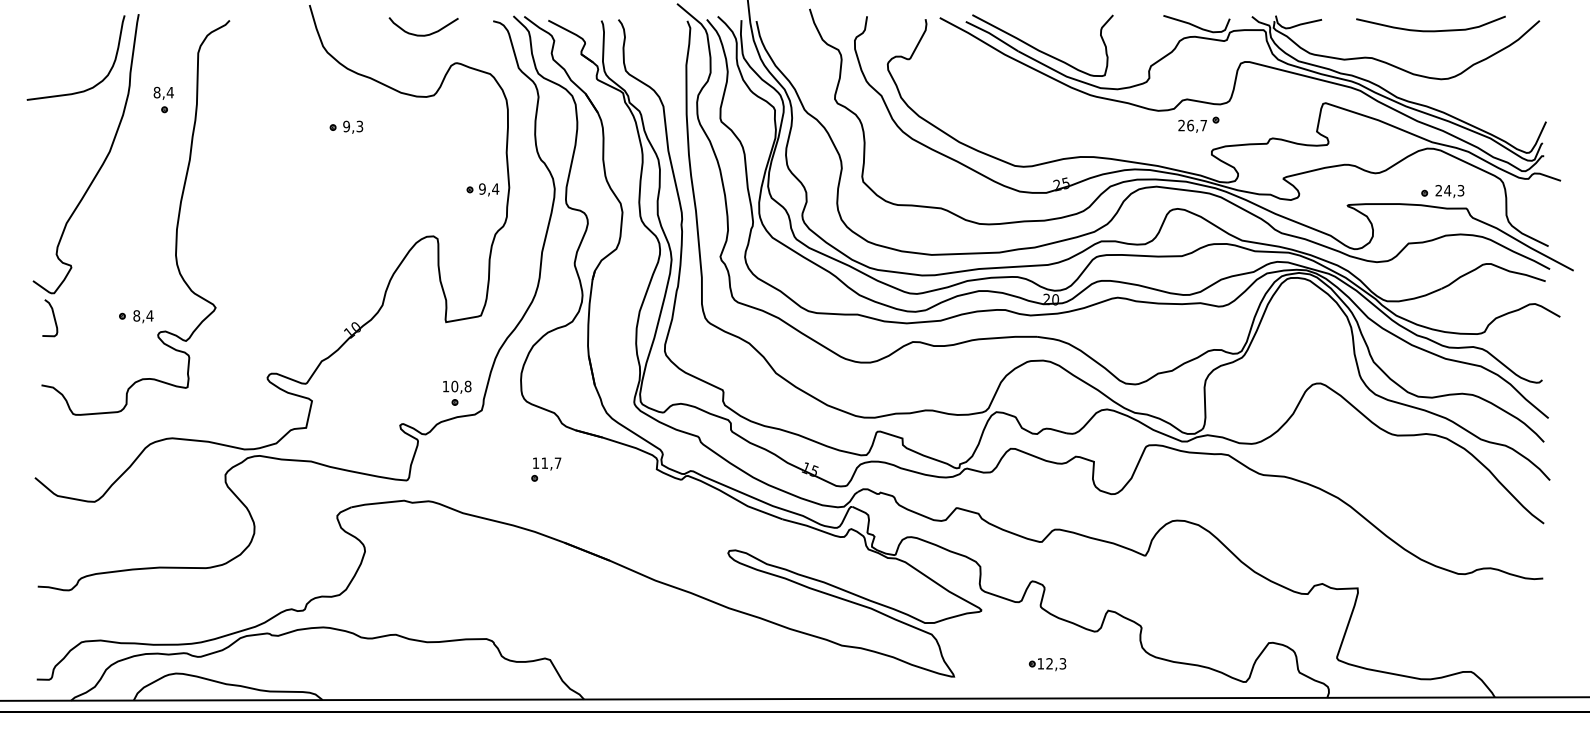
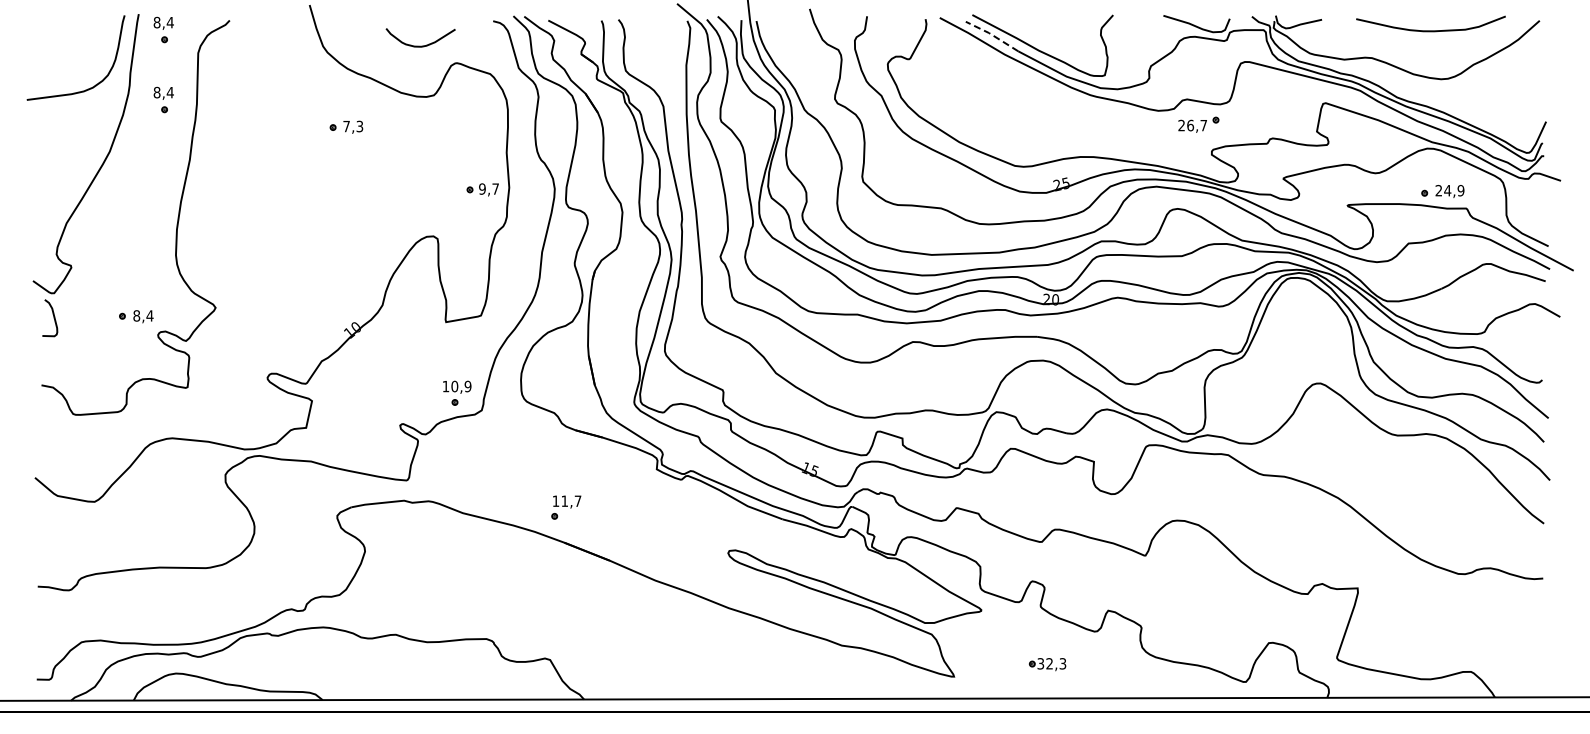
part at (163, 29): none -> present
curve at (423, 34) position: (423, 34) -> (420, 45)
line at (992, 35): solid -> dashed
text at (346, 126): 9,3 -> 7,3
text at (495, 188): 9,4 -> 9,7
text at (1460, 190): 24,3 -> 24,9
text at (467, 386): 10,8 -> 10,9
part at (546, 469) position: (546, 469) -> (566, 507)
text at (1040, 663): 12,3 -> 32,3
